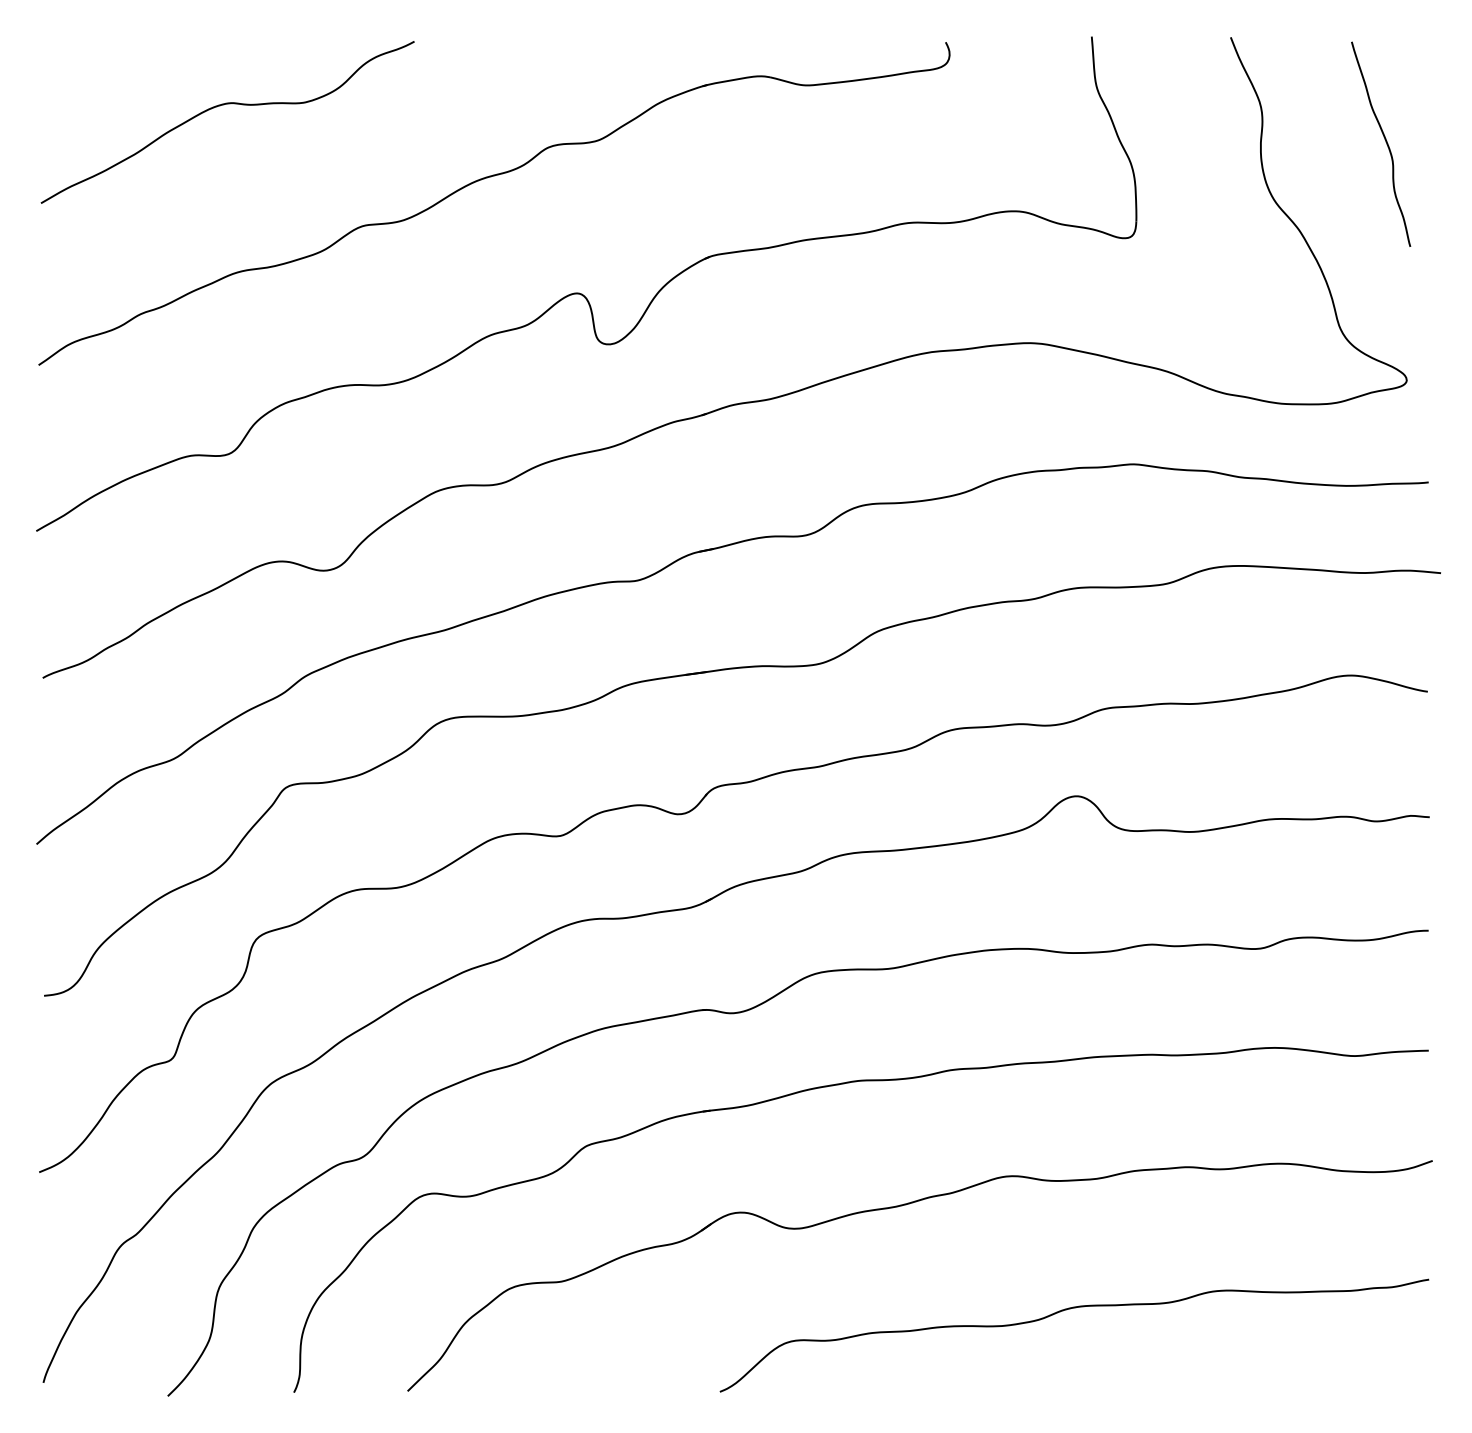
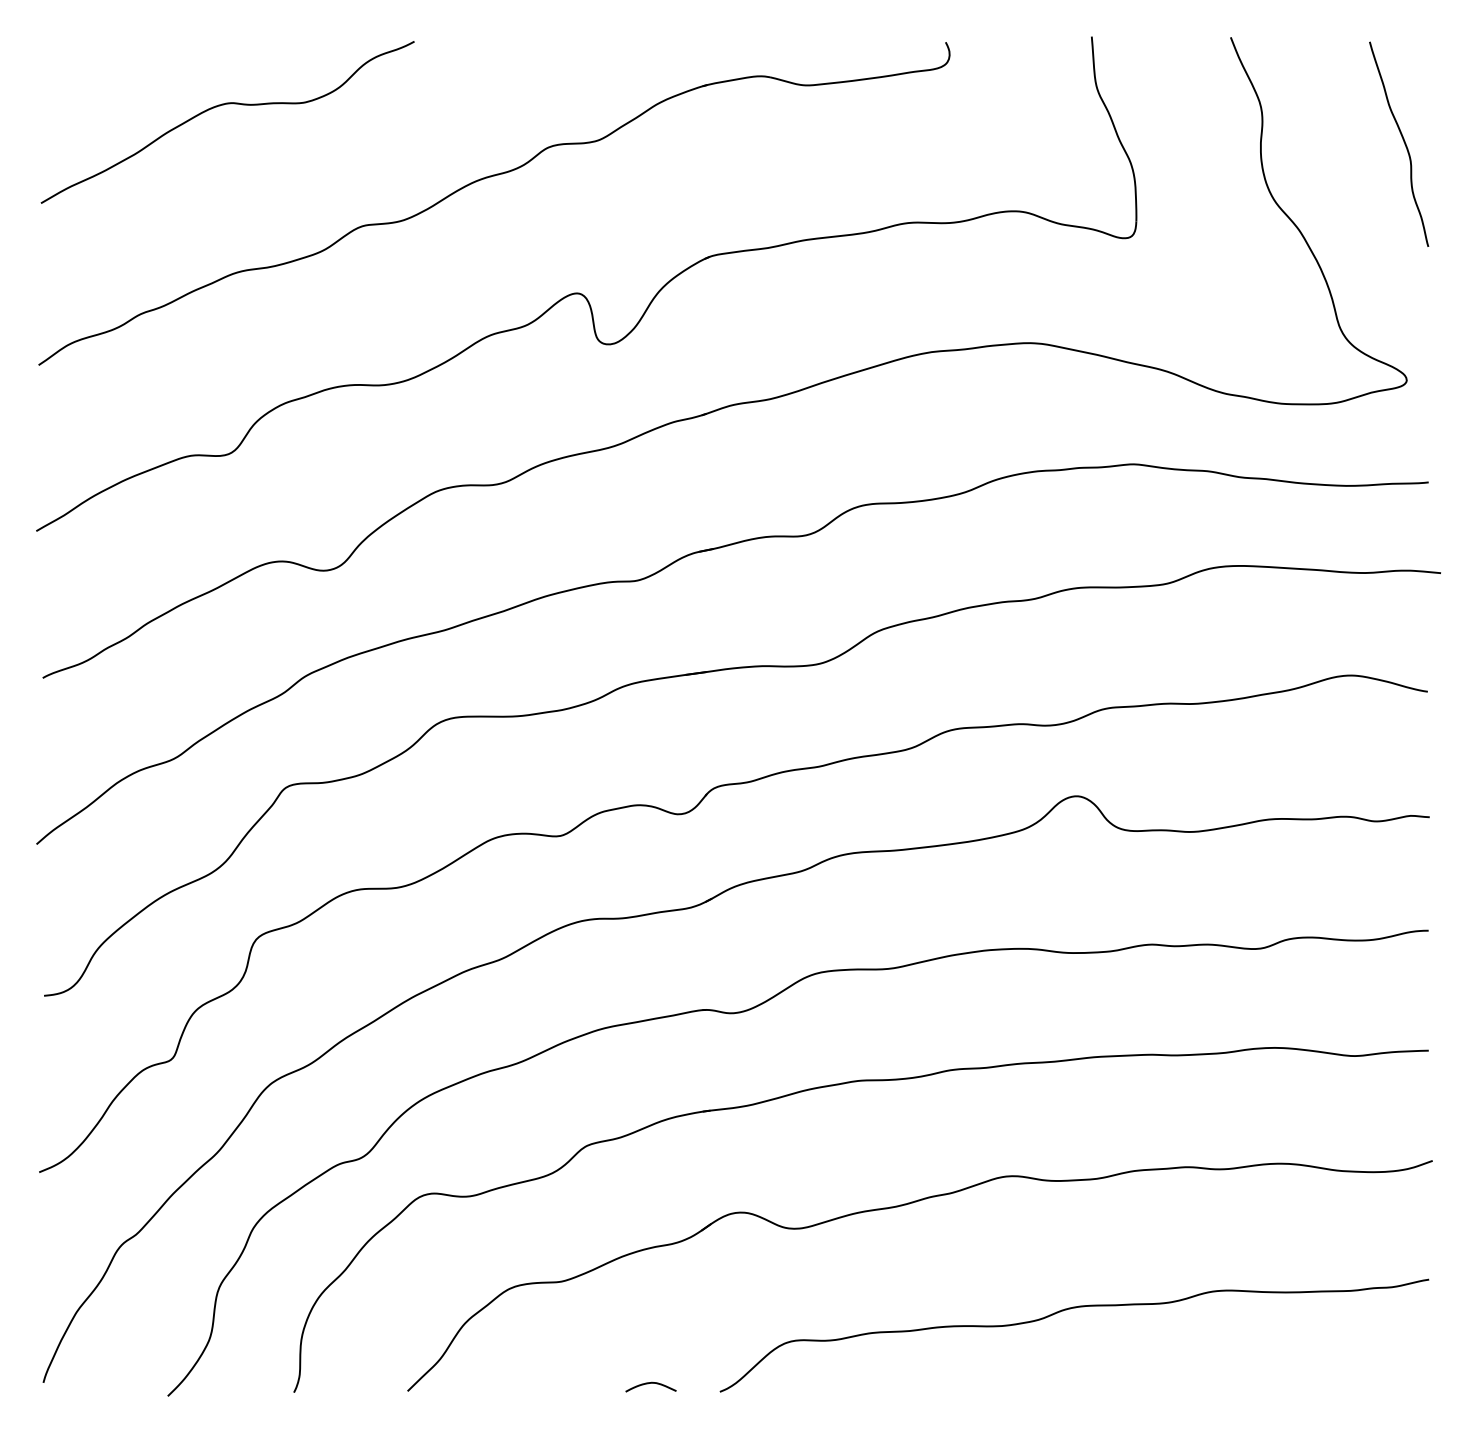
curve at (1385, 142) position: (1385, 142) -> (1403, 142)
curve at (648, 1384): none -> present
